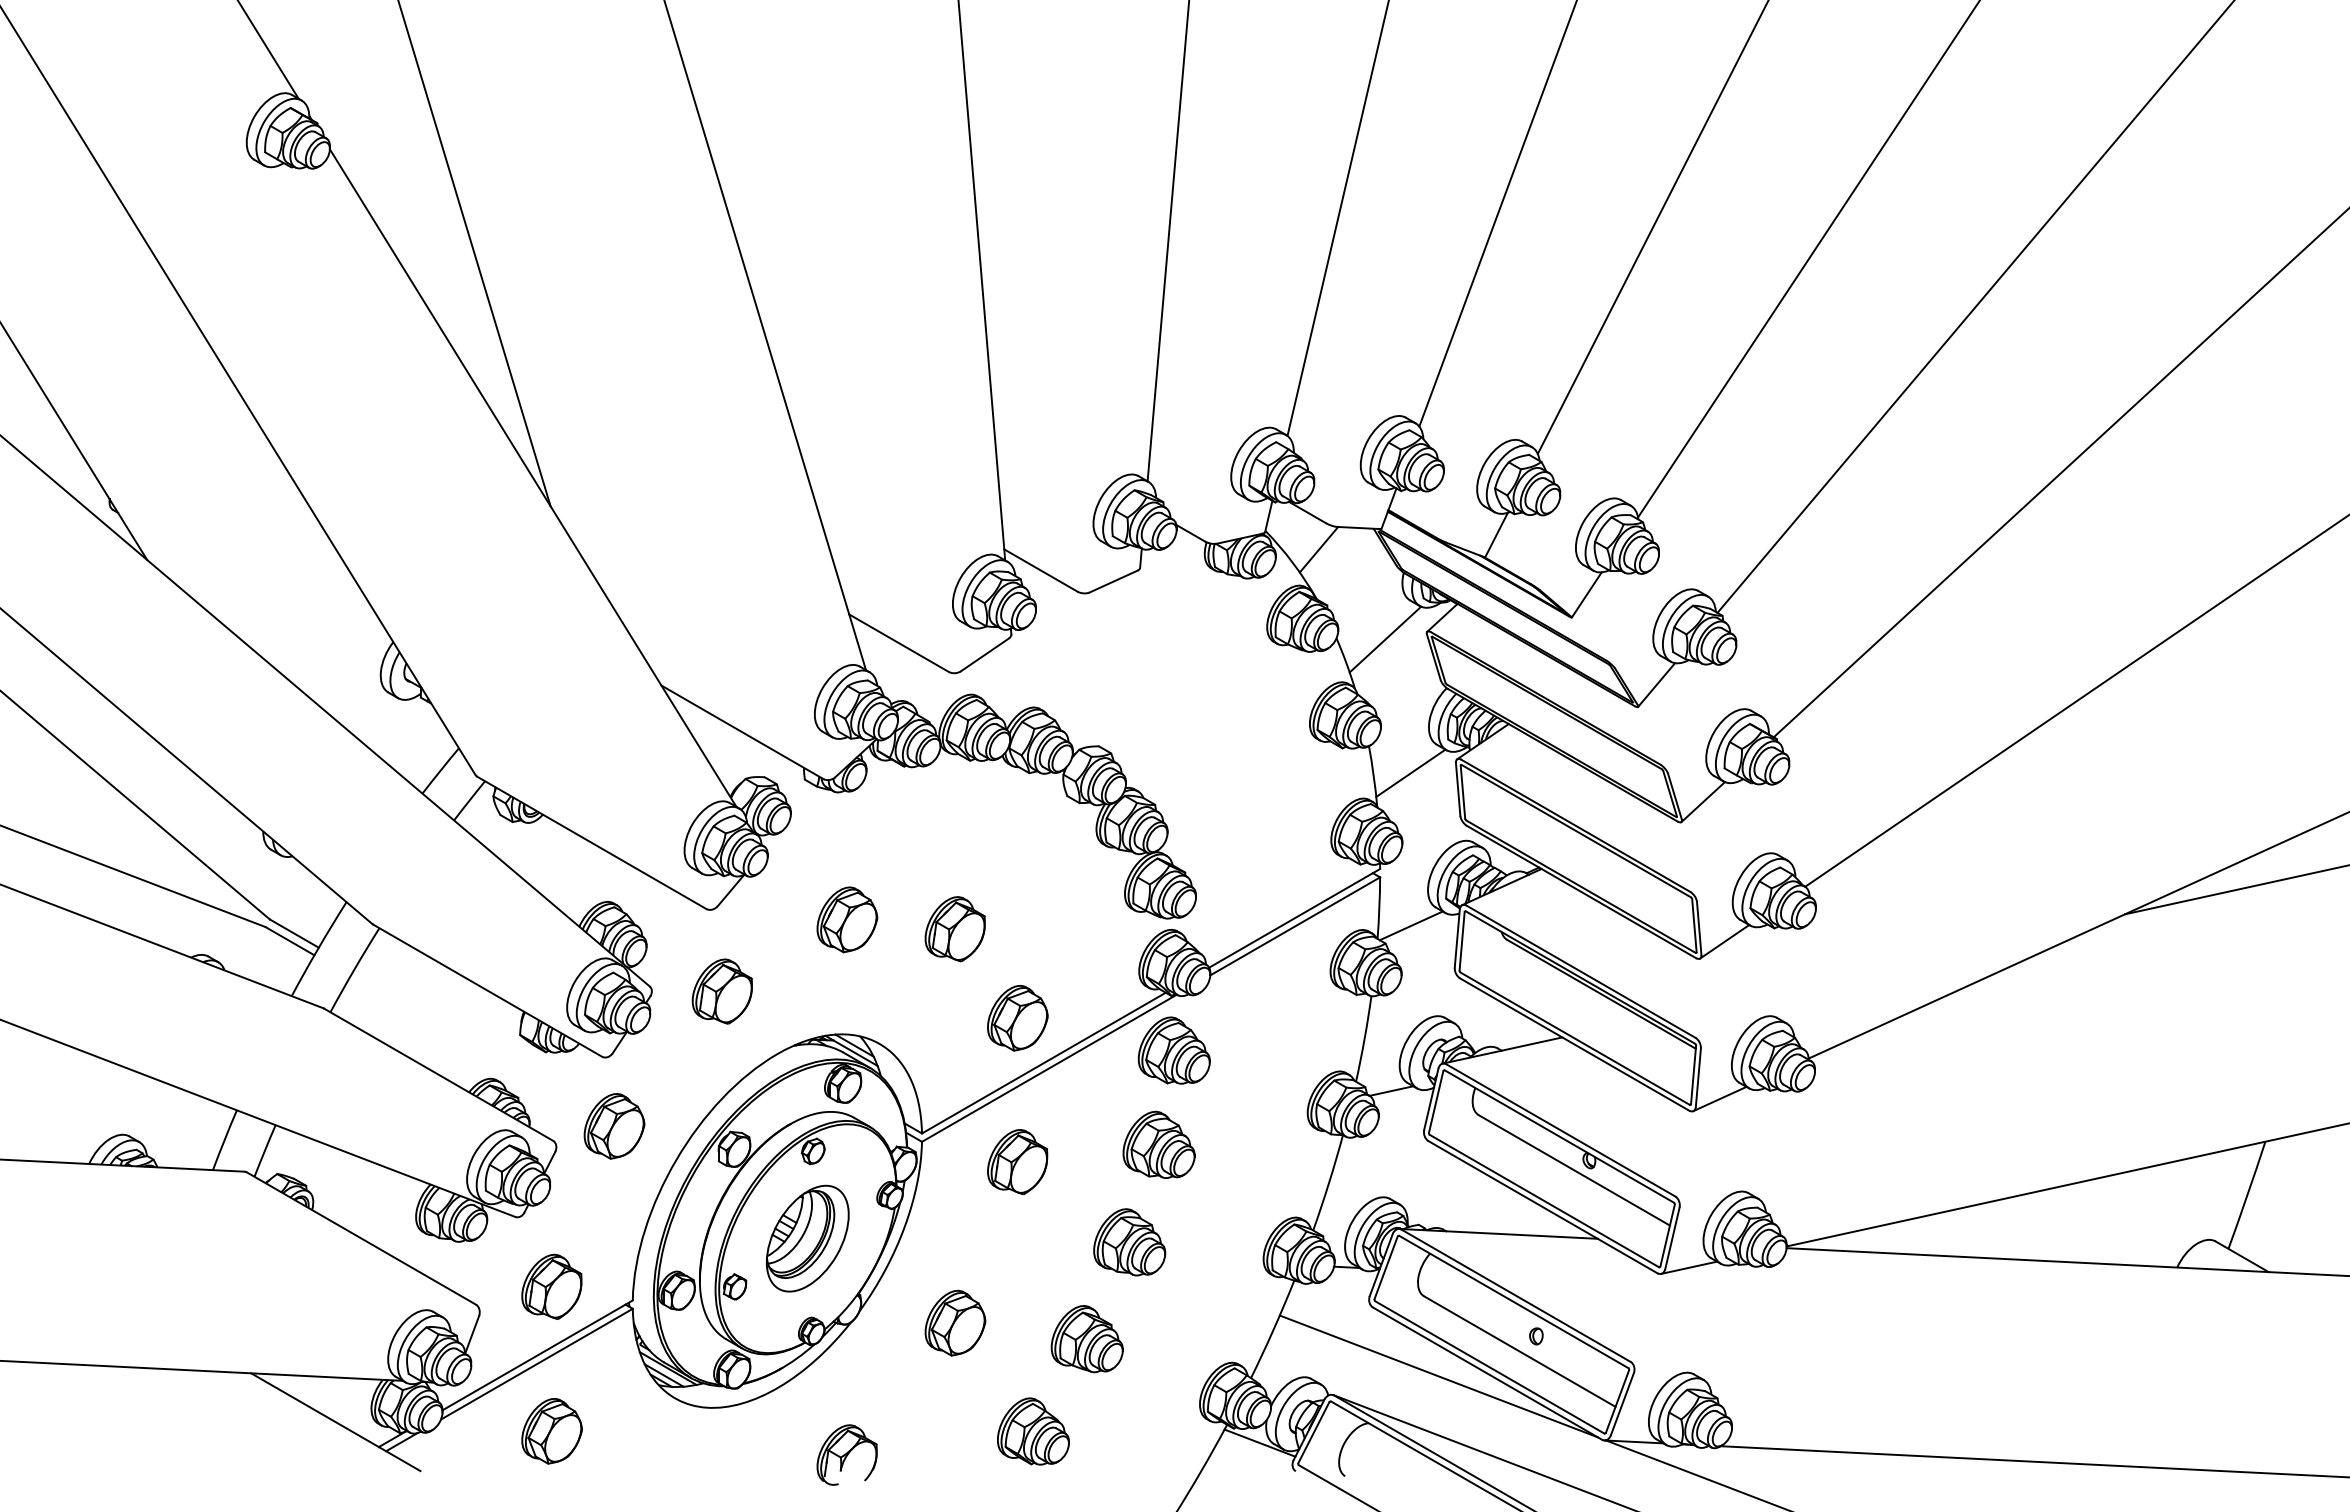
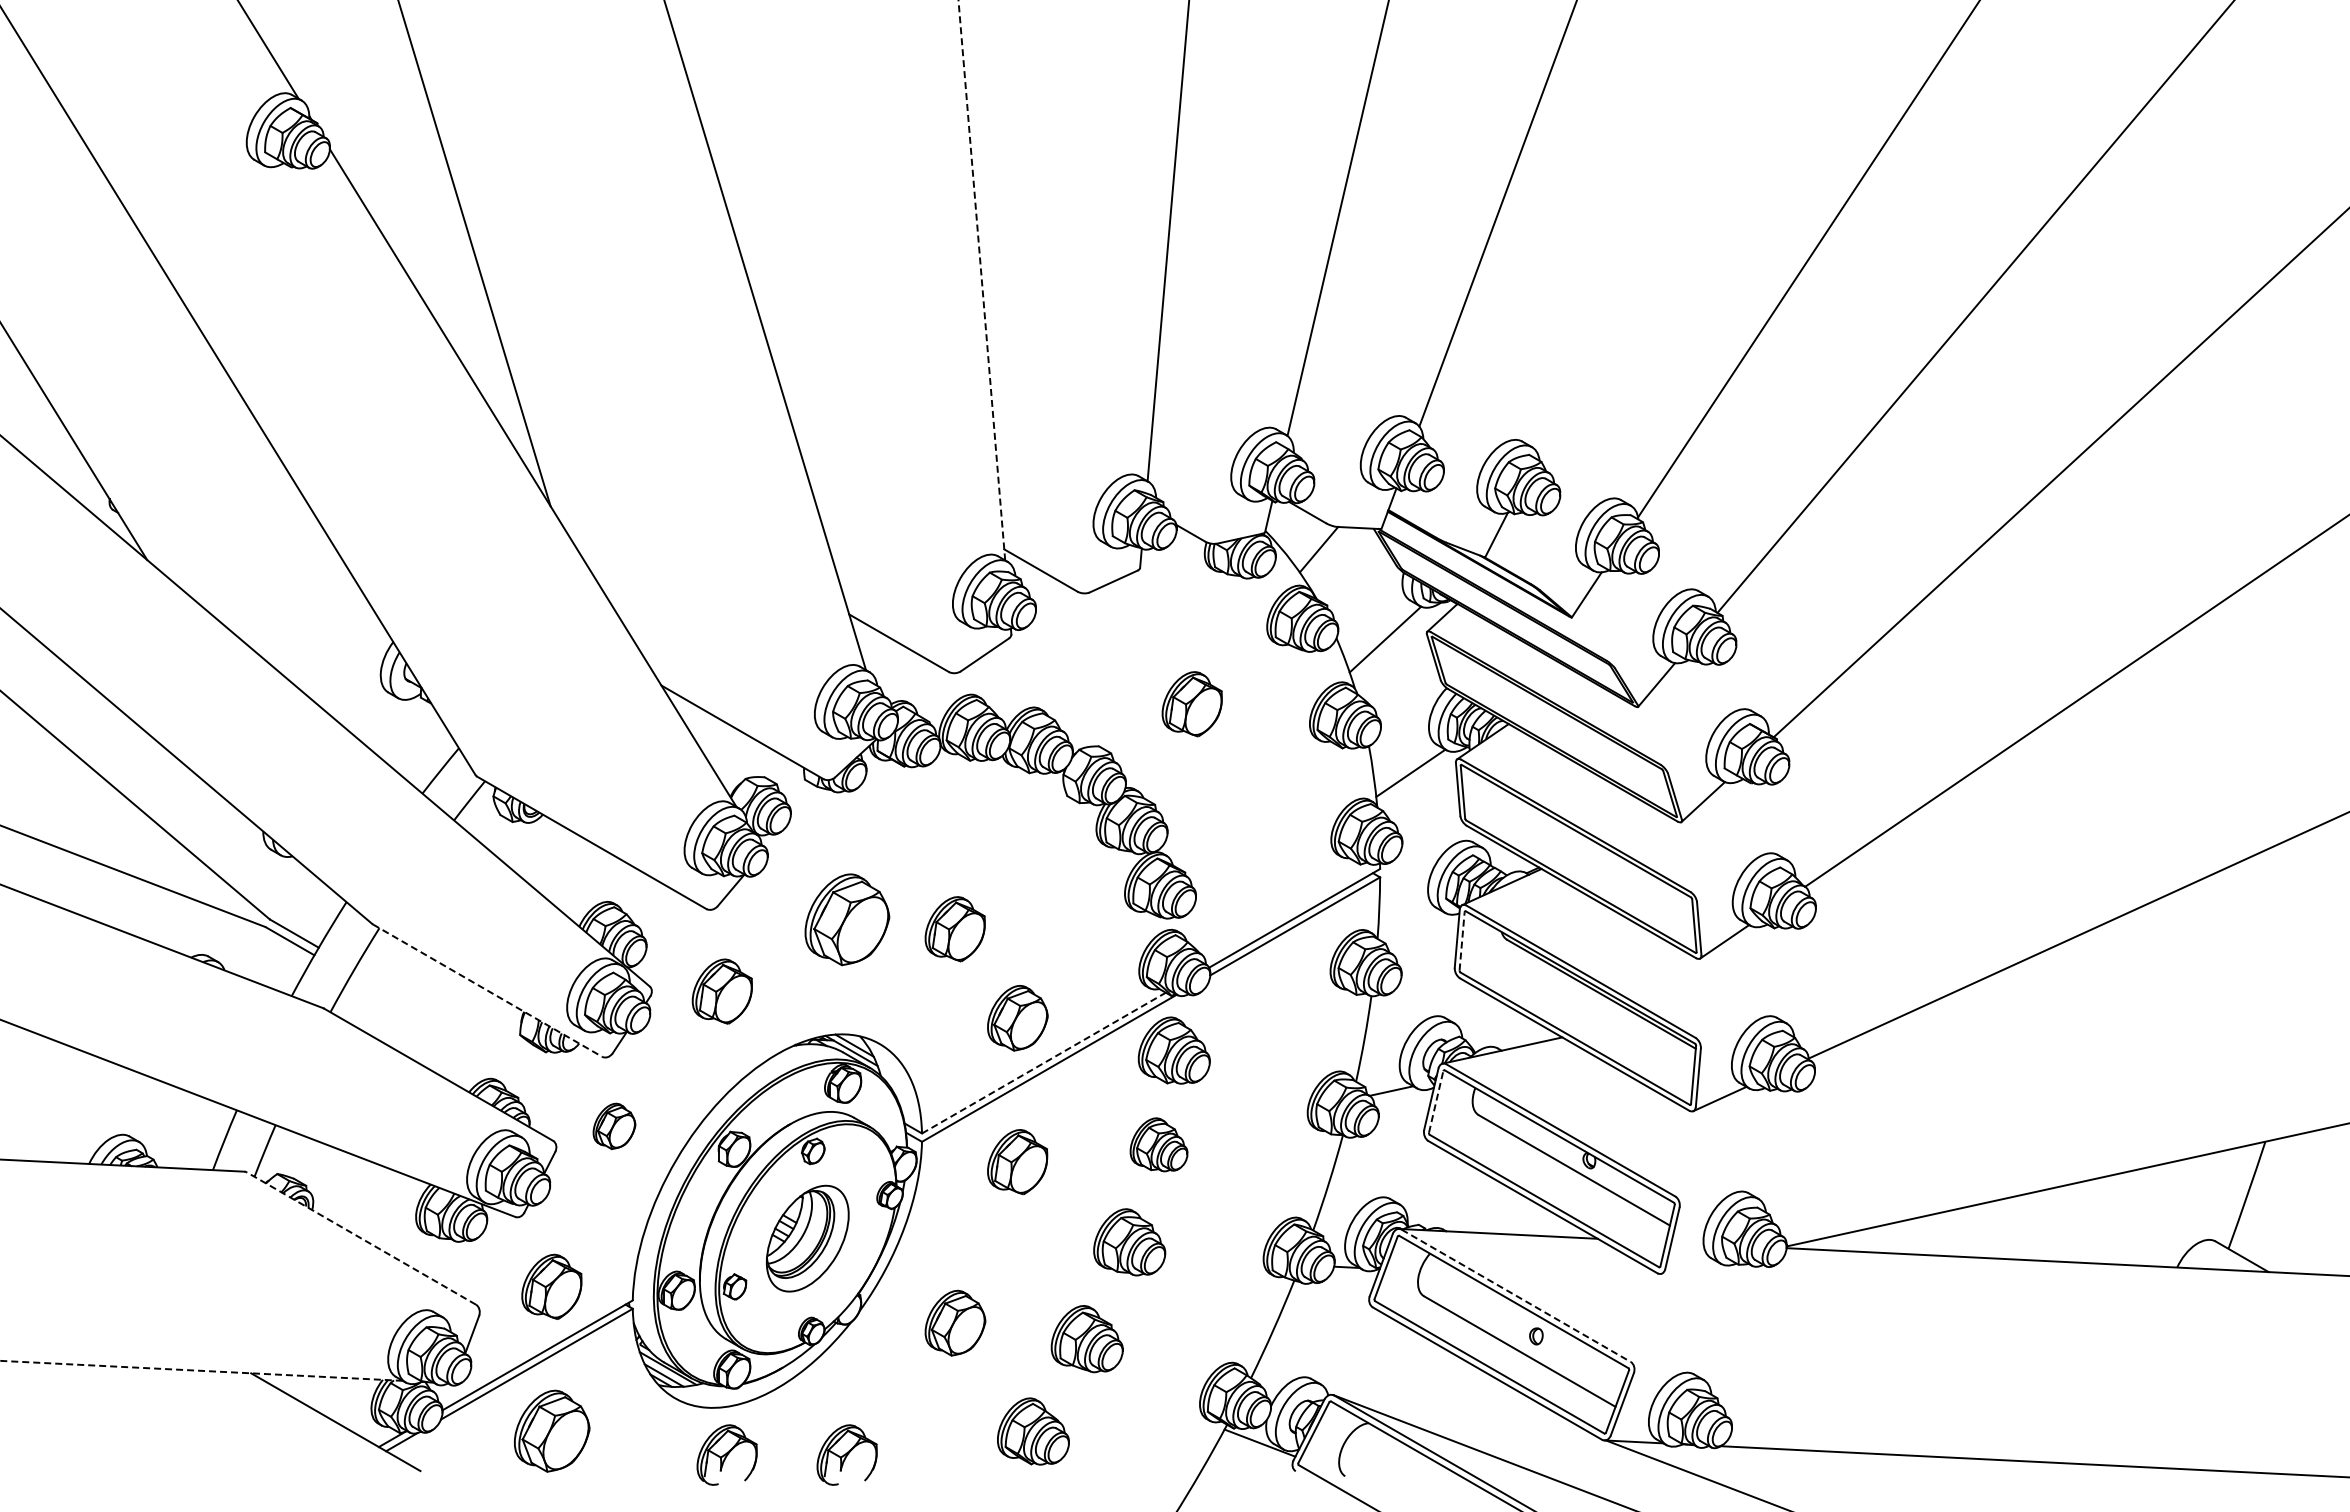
line at (1652, 227): present -> none
line at (981, 280): solid -> dashed
part at (1191, 704): none -> present
line at (2235, 889): present -> none
part at (847, 919) size: 63x68 px -> 87x94 px
line at (1410, 925): present -> none
line at (1462, 940): solid -> dashed
line at (488, 990): solid -> dashed
line at (1043, 1063): solid -> dashed
line at (1436, 1101): solid -> dashed
part at (614, 1126) size: 63x67 px -> 45x49 px
part at (1158, 1144) size: 74x69 px -> 60x56 px
line at (361, 1238): solid -> dashed
line at (1689, 1267): present -> none
line at (1516, 1296): solid -> dashed
line at (201, 1370): solid -> dashed
line at (1438, 1376): present -> none
part at (551, 1431) size: 62x67 px -> 77x84 px
part at (726, 1454): none -> present
